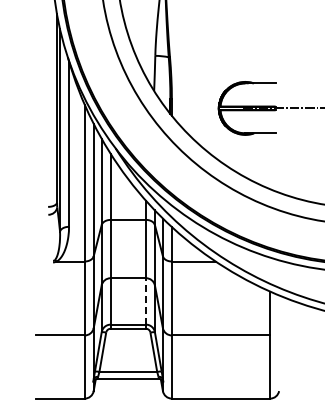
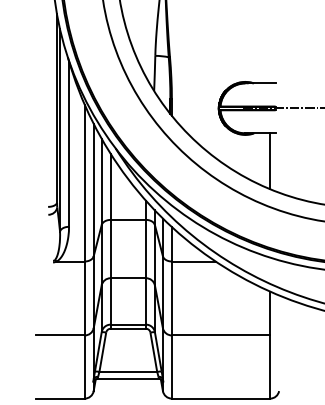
line at (270, 161): none -> present
line at (145, 300): dashed -> solid
